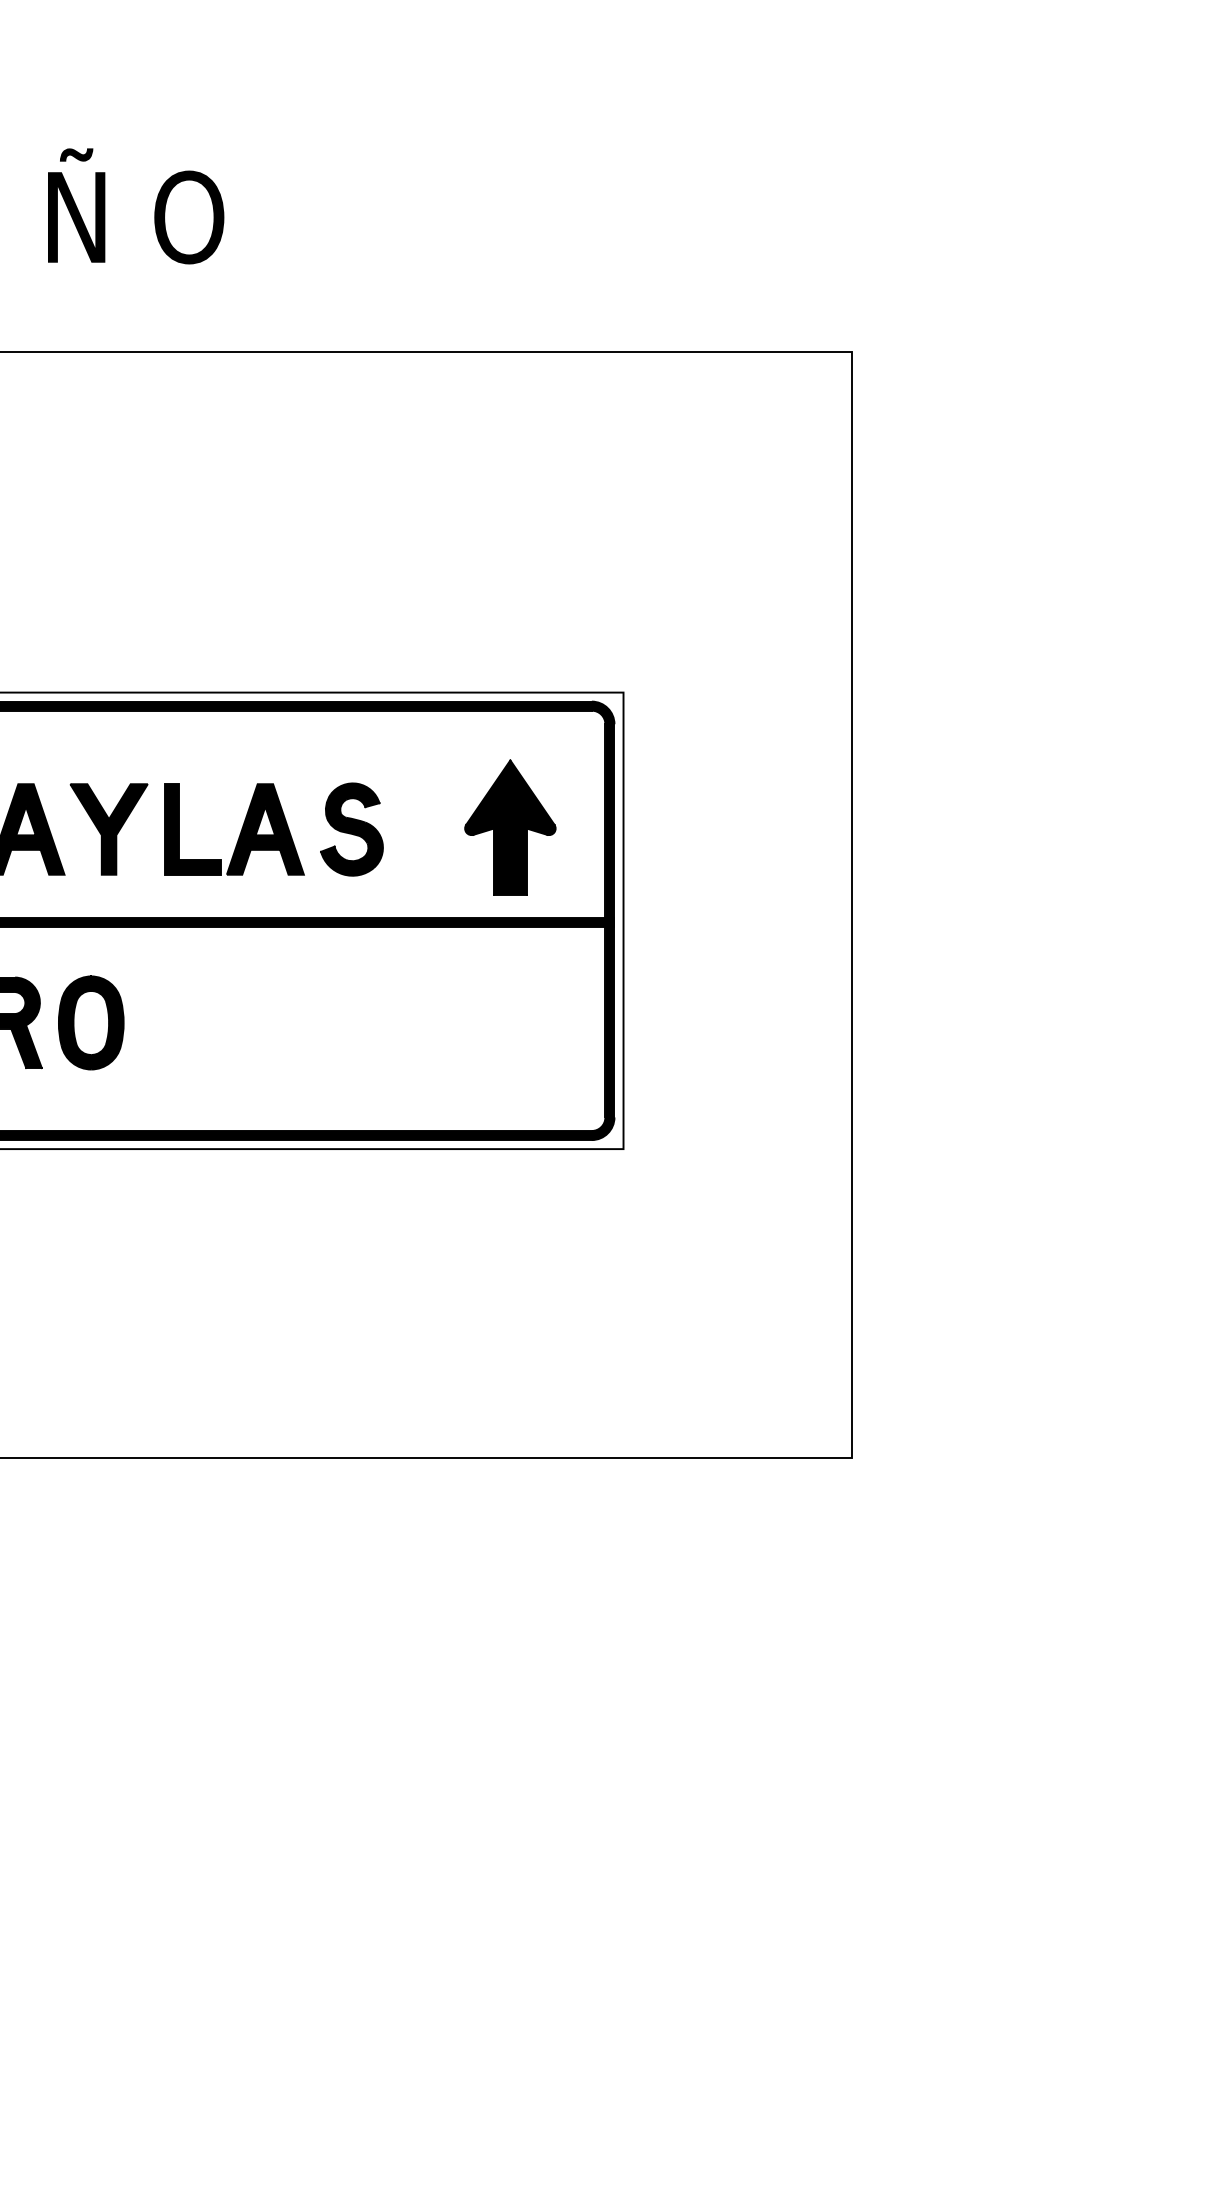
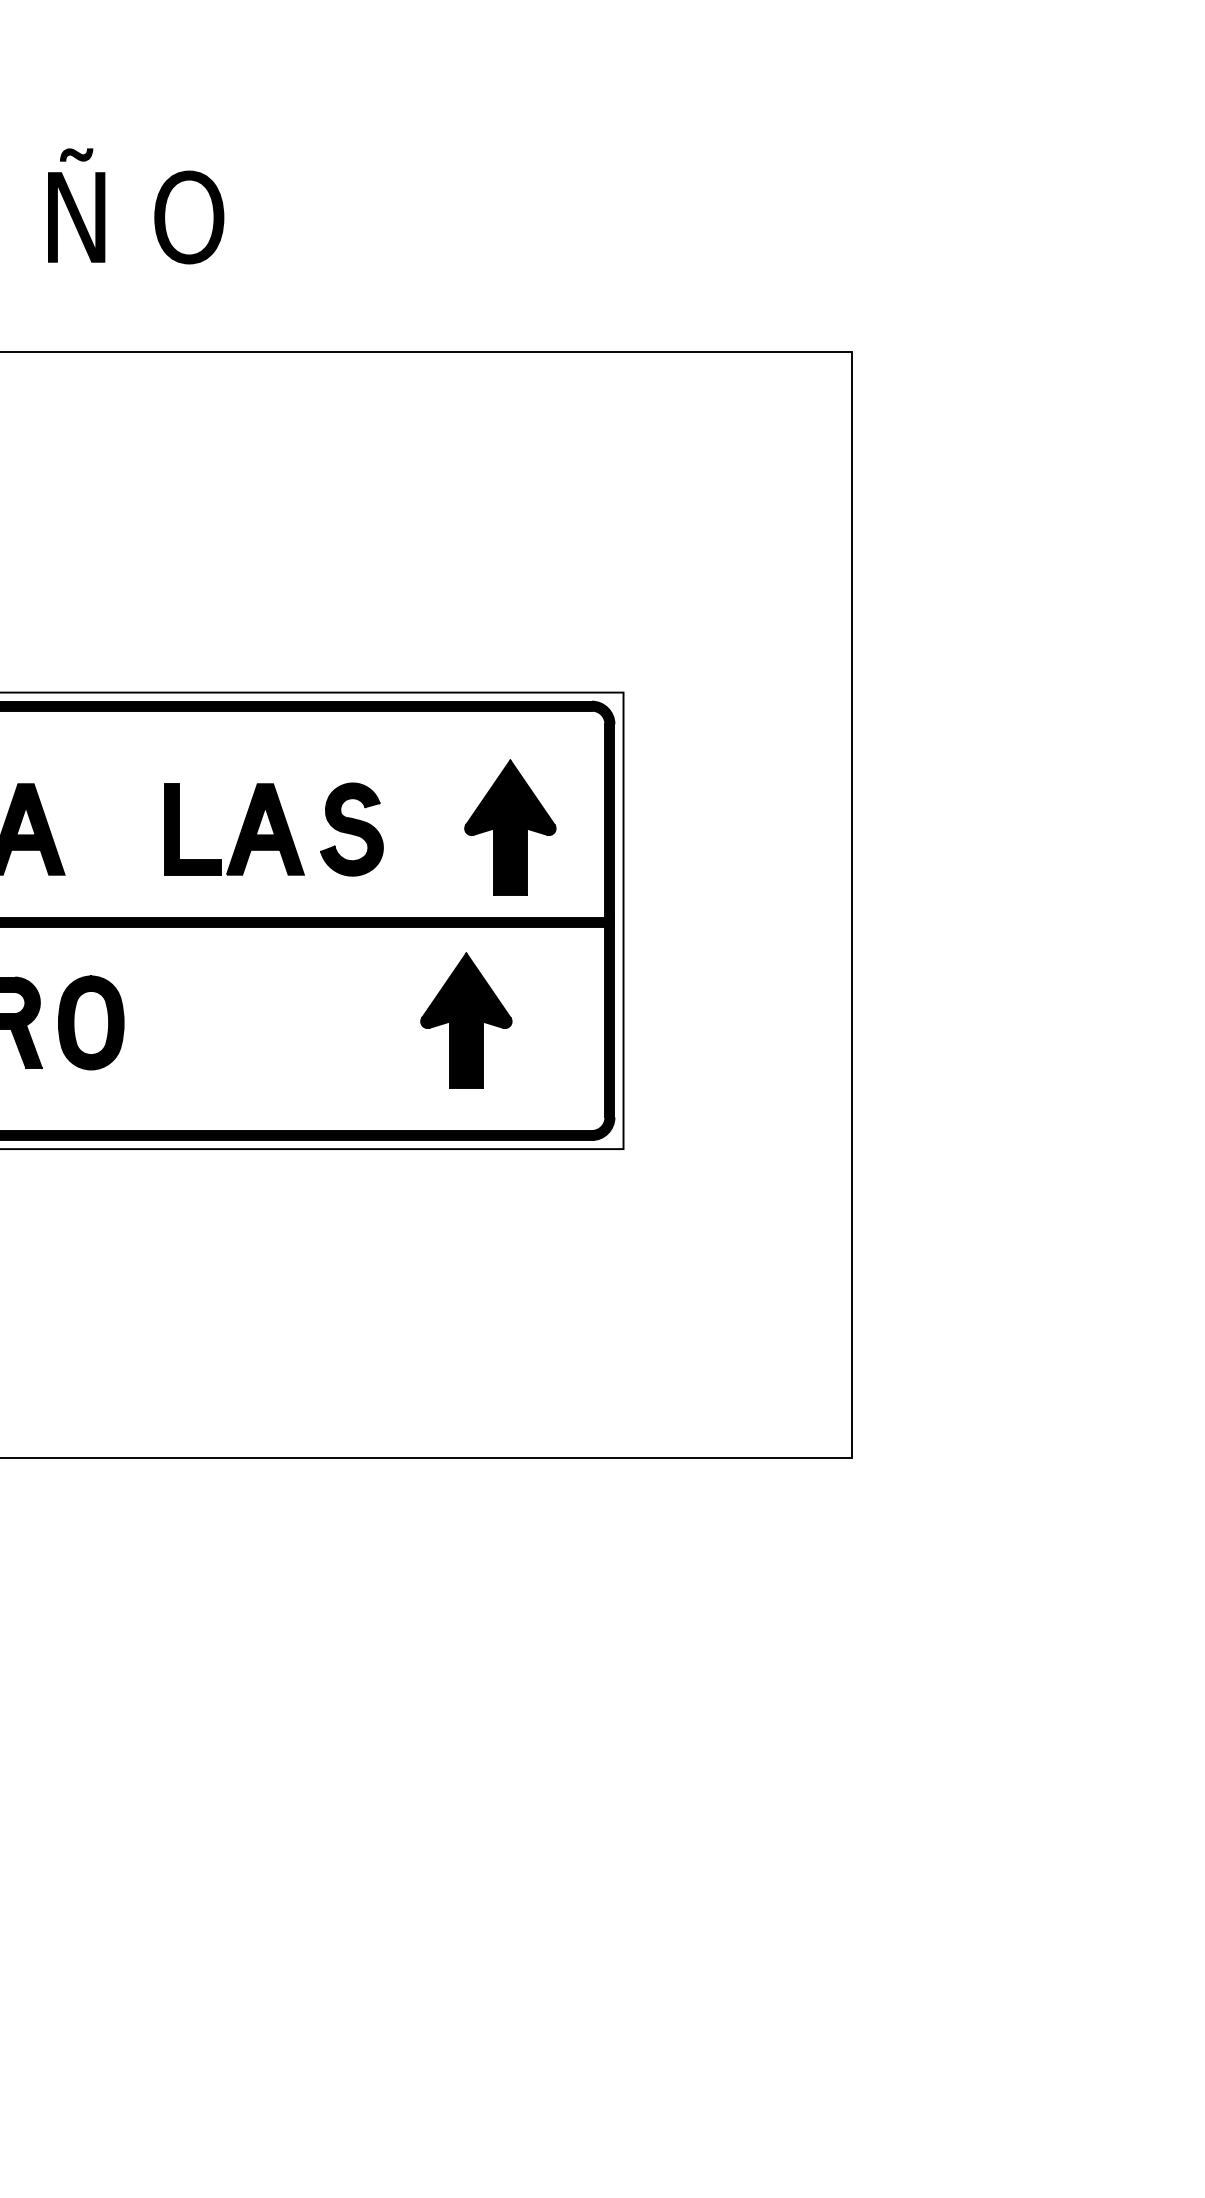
part at (108, 829): present -> none
part at (466, 1020): none -> present
